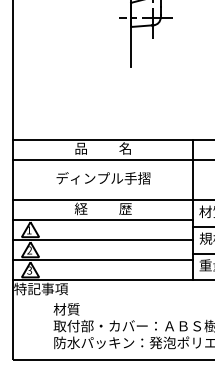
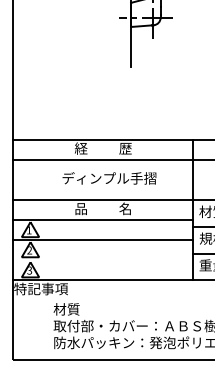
text at (102, 148): 品          名 -> 経          歴
text at (103, 178) position: (103, 178) -> (109, 178)
text at (102, 208): 経          歴 -> 品          名
line at (102, 260): present -> none
